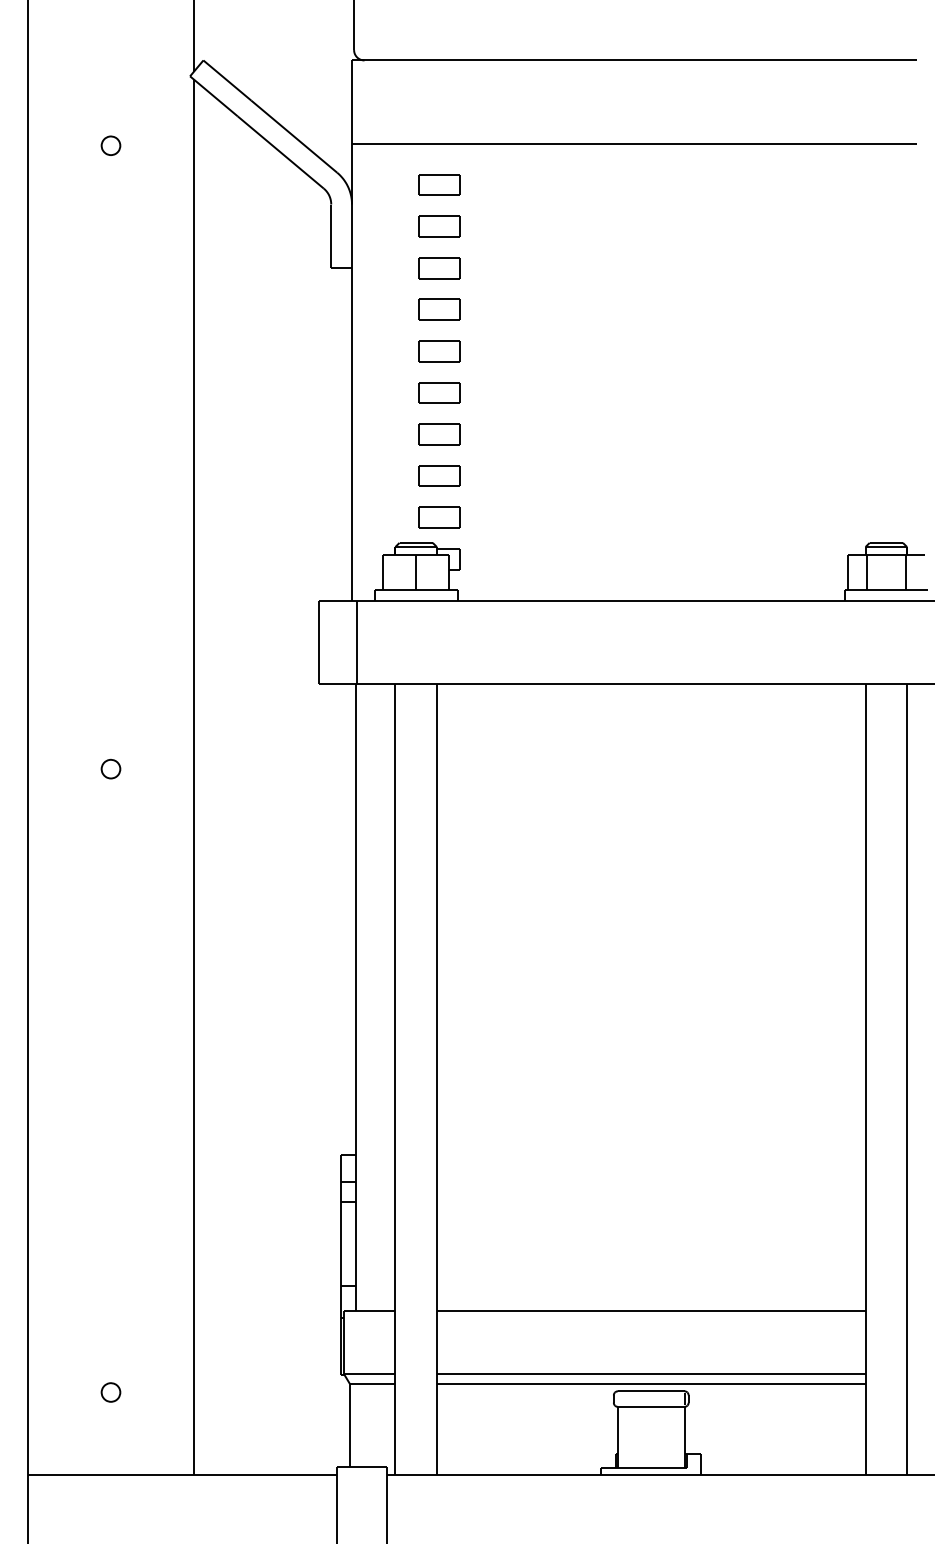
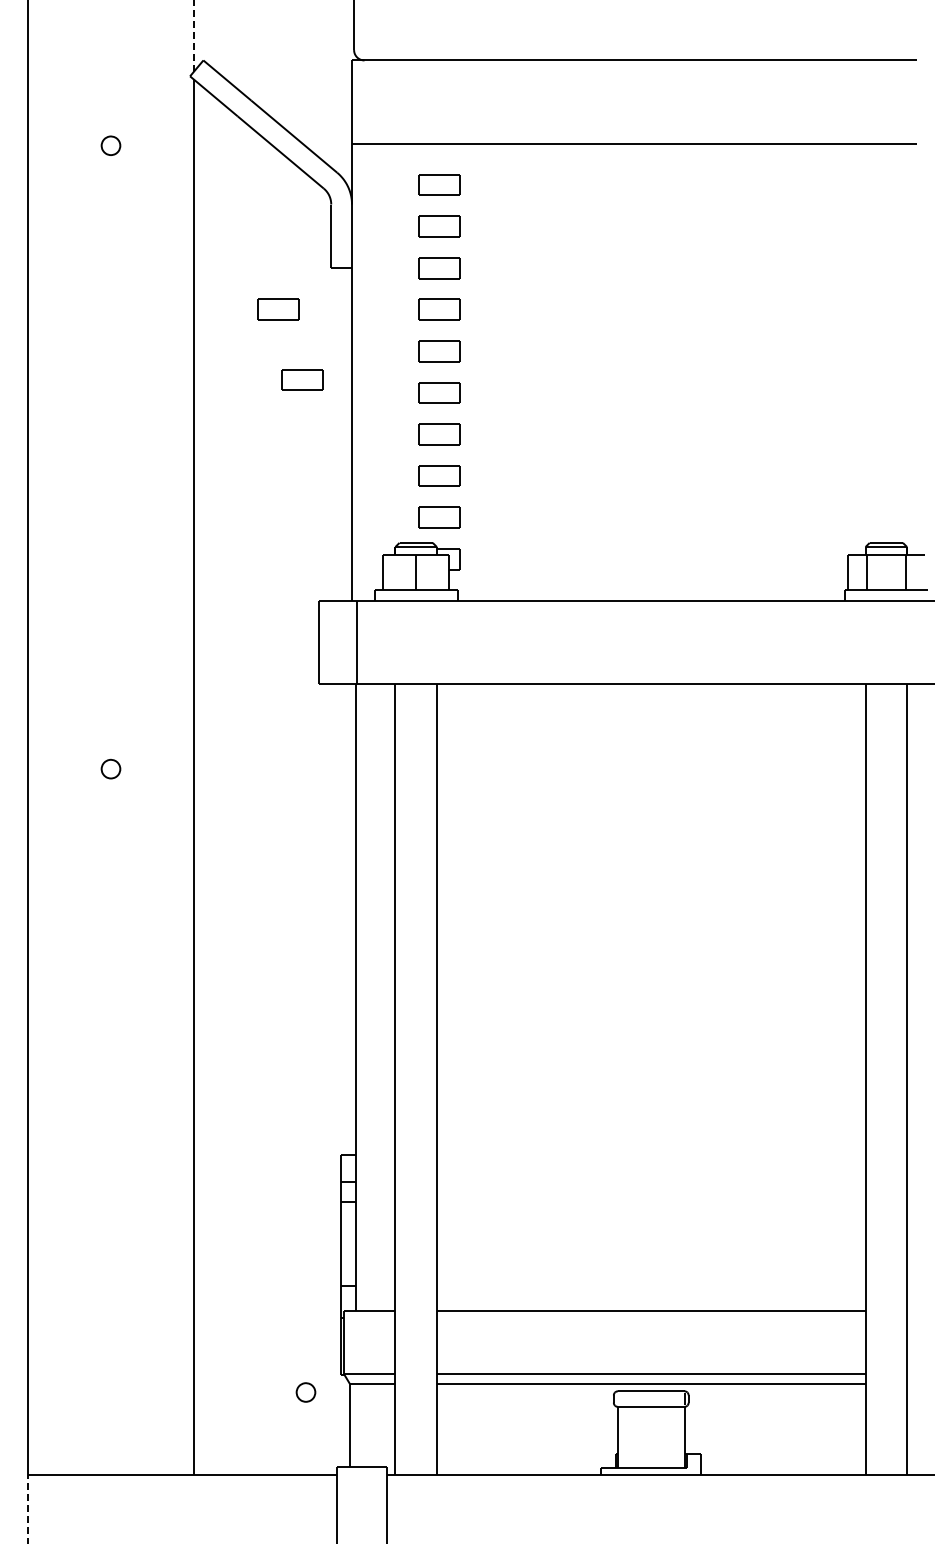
line at (194, 35): solid -> dashed
part at (278, 309): none -> present
part at (302, 379): none -> present
part at (110, 1392) position: (110, 1392) -> (305, 1392)
line at (27, 1508): solid -> dashed
